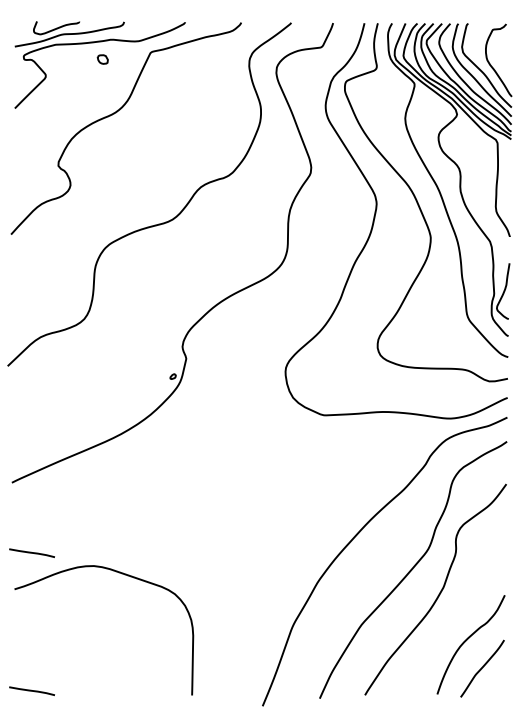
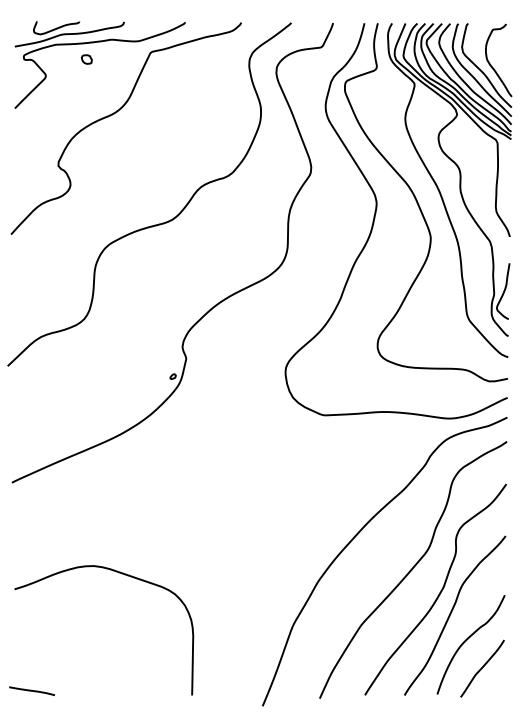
part at (102, 59) position: (102, 59) -> (86, 59)
line at (31, 552): present -> none
curve at (451, 614): none -> present
